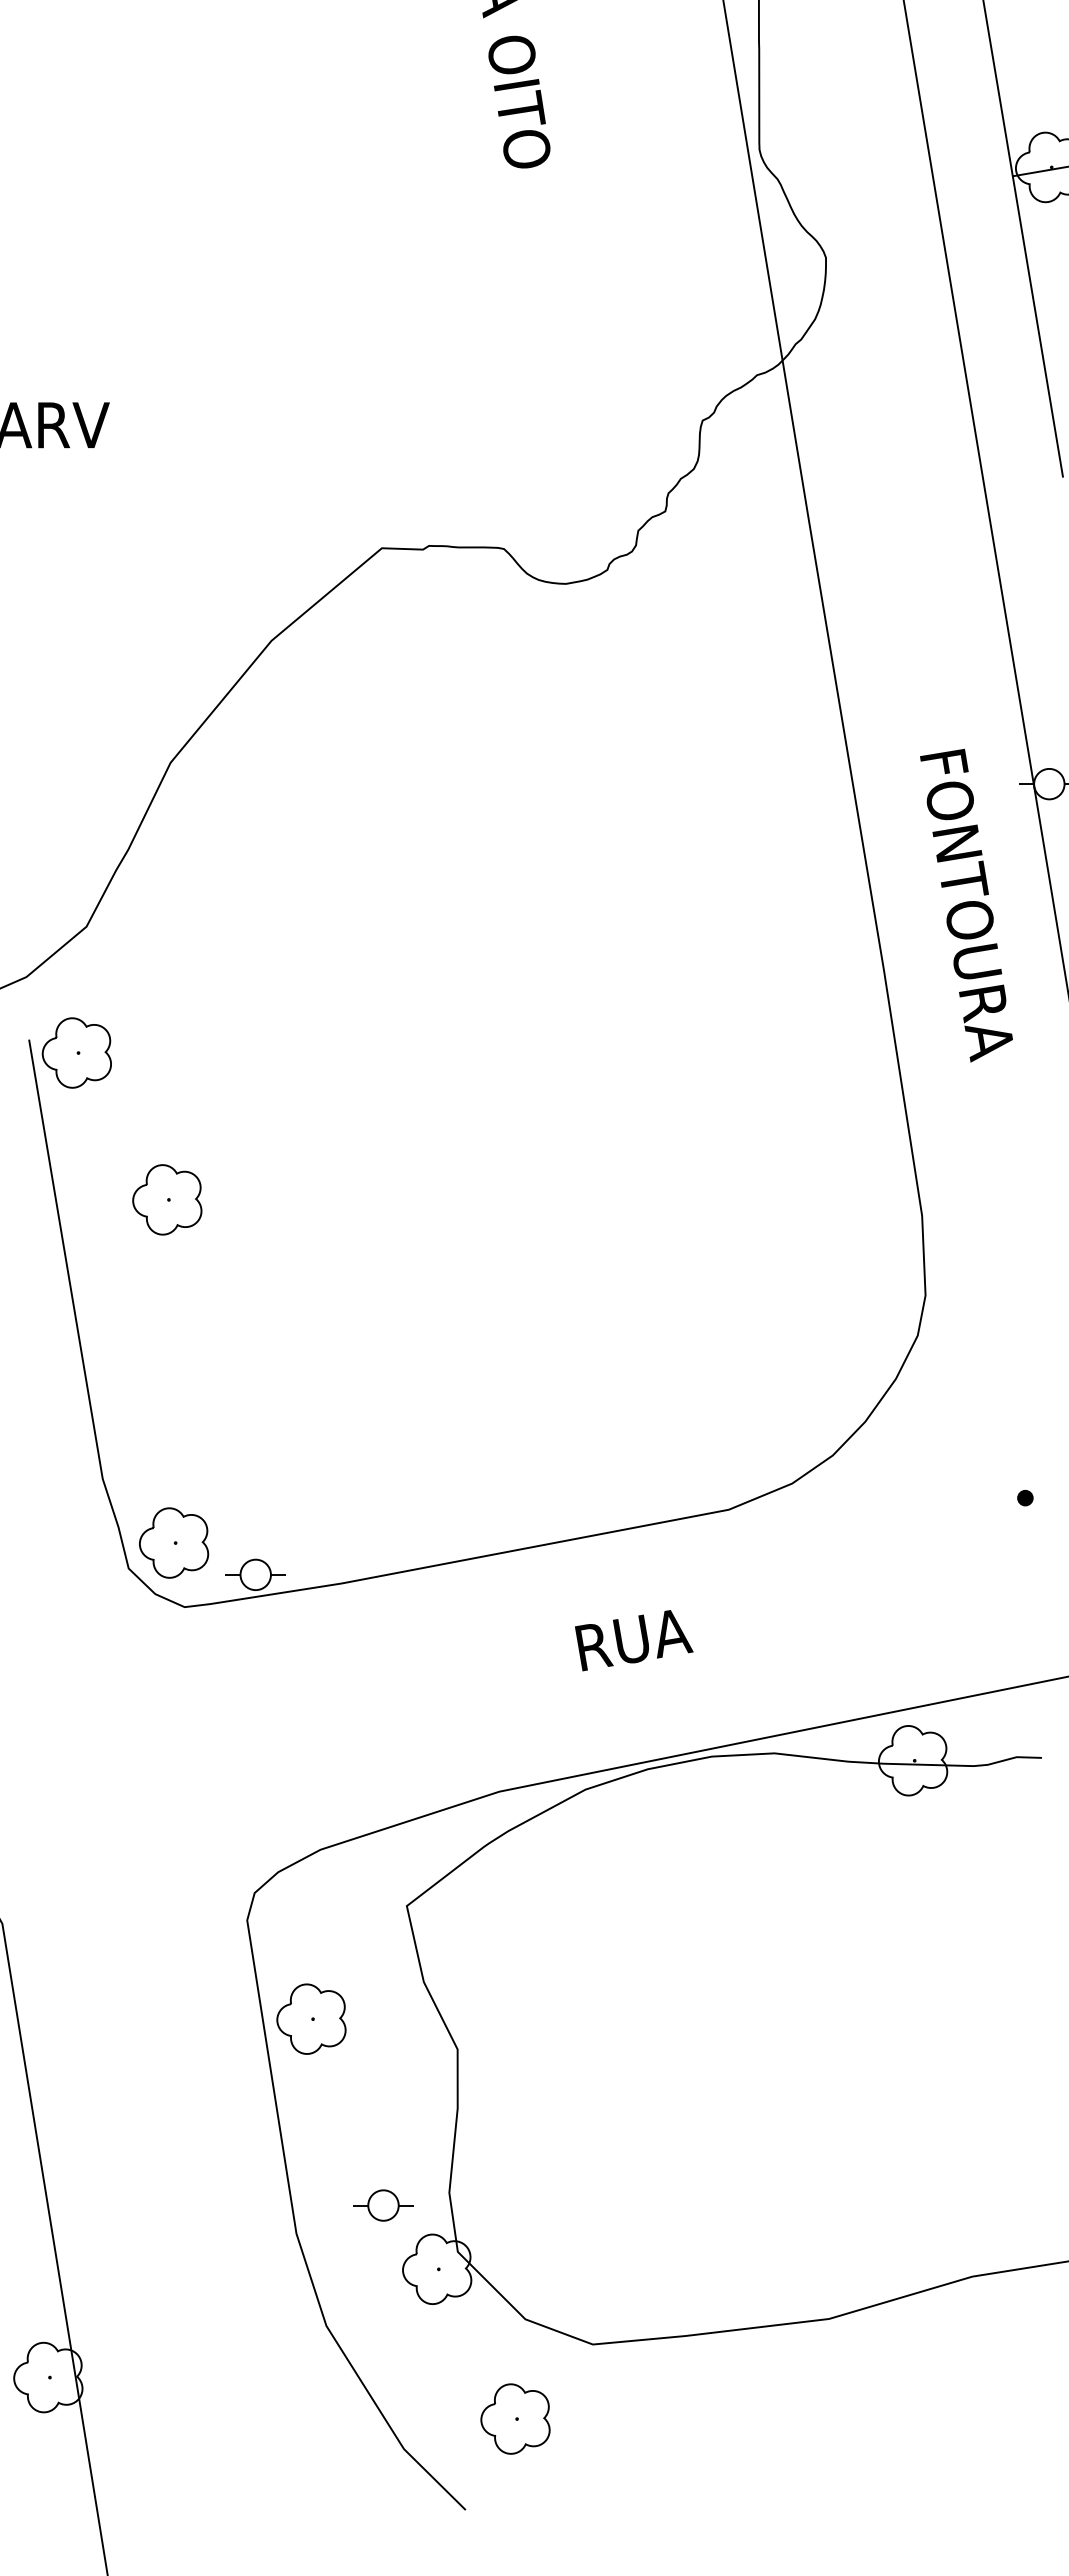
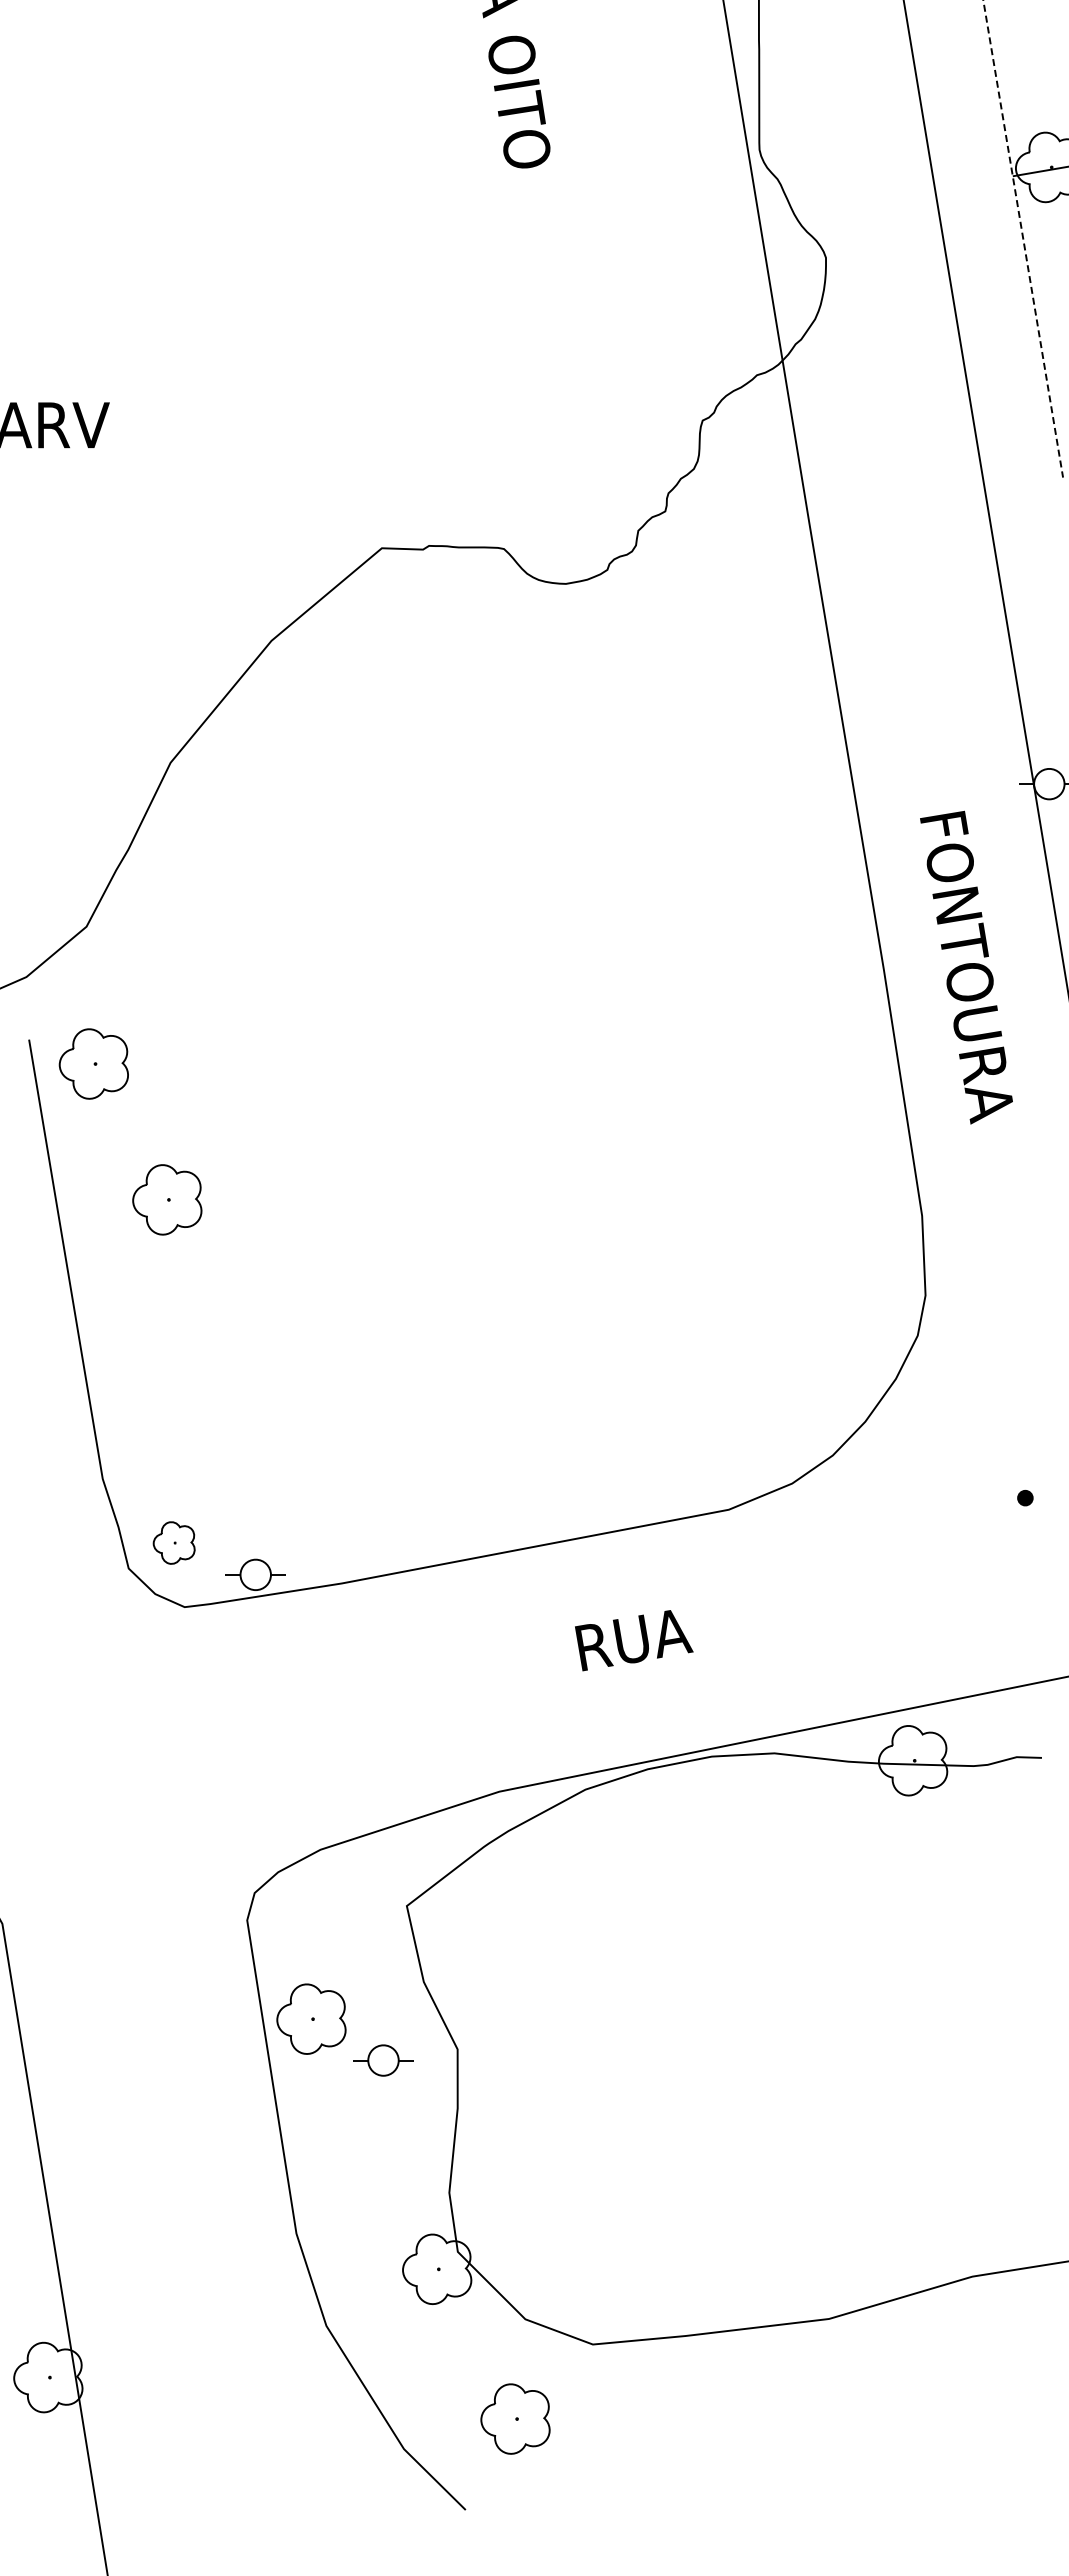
line at (1023, 239): solid -> dashed
text at (966, 905) position: (966, 905) -> (966, 967)
part at (76, 1052) position: (76, 1052) -> (93, 1063)
part at (174, 1542) size: 71x72 px -> 44x44 px
part at (383, 2205) position: (383, 2205) -> (383, 2060)
